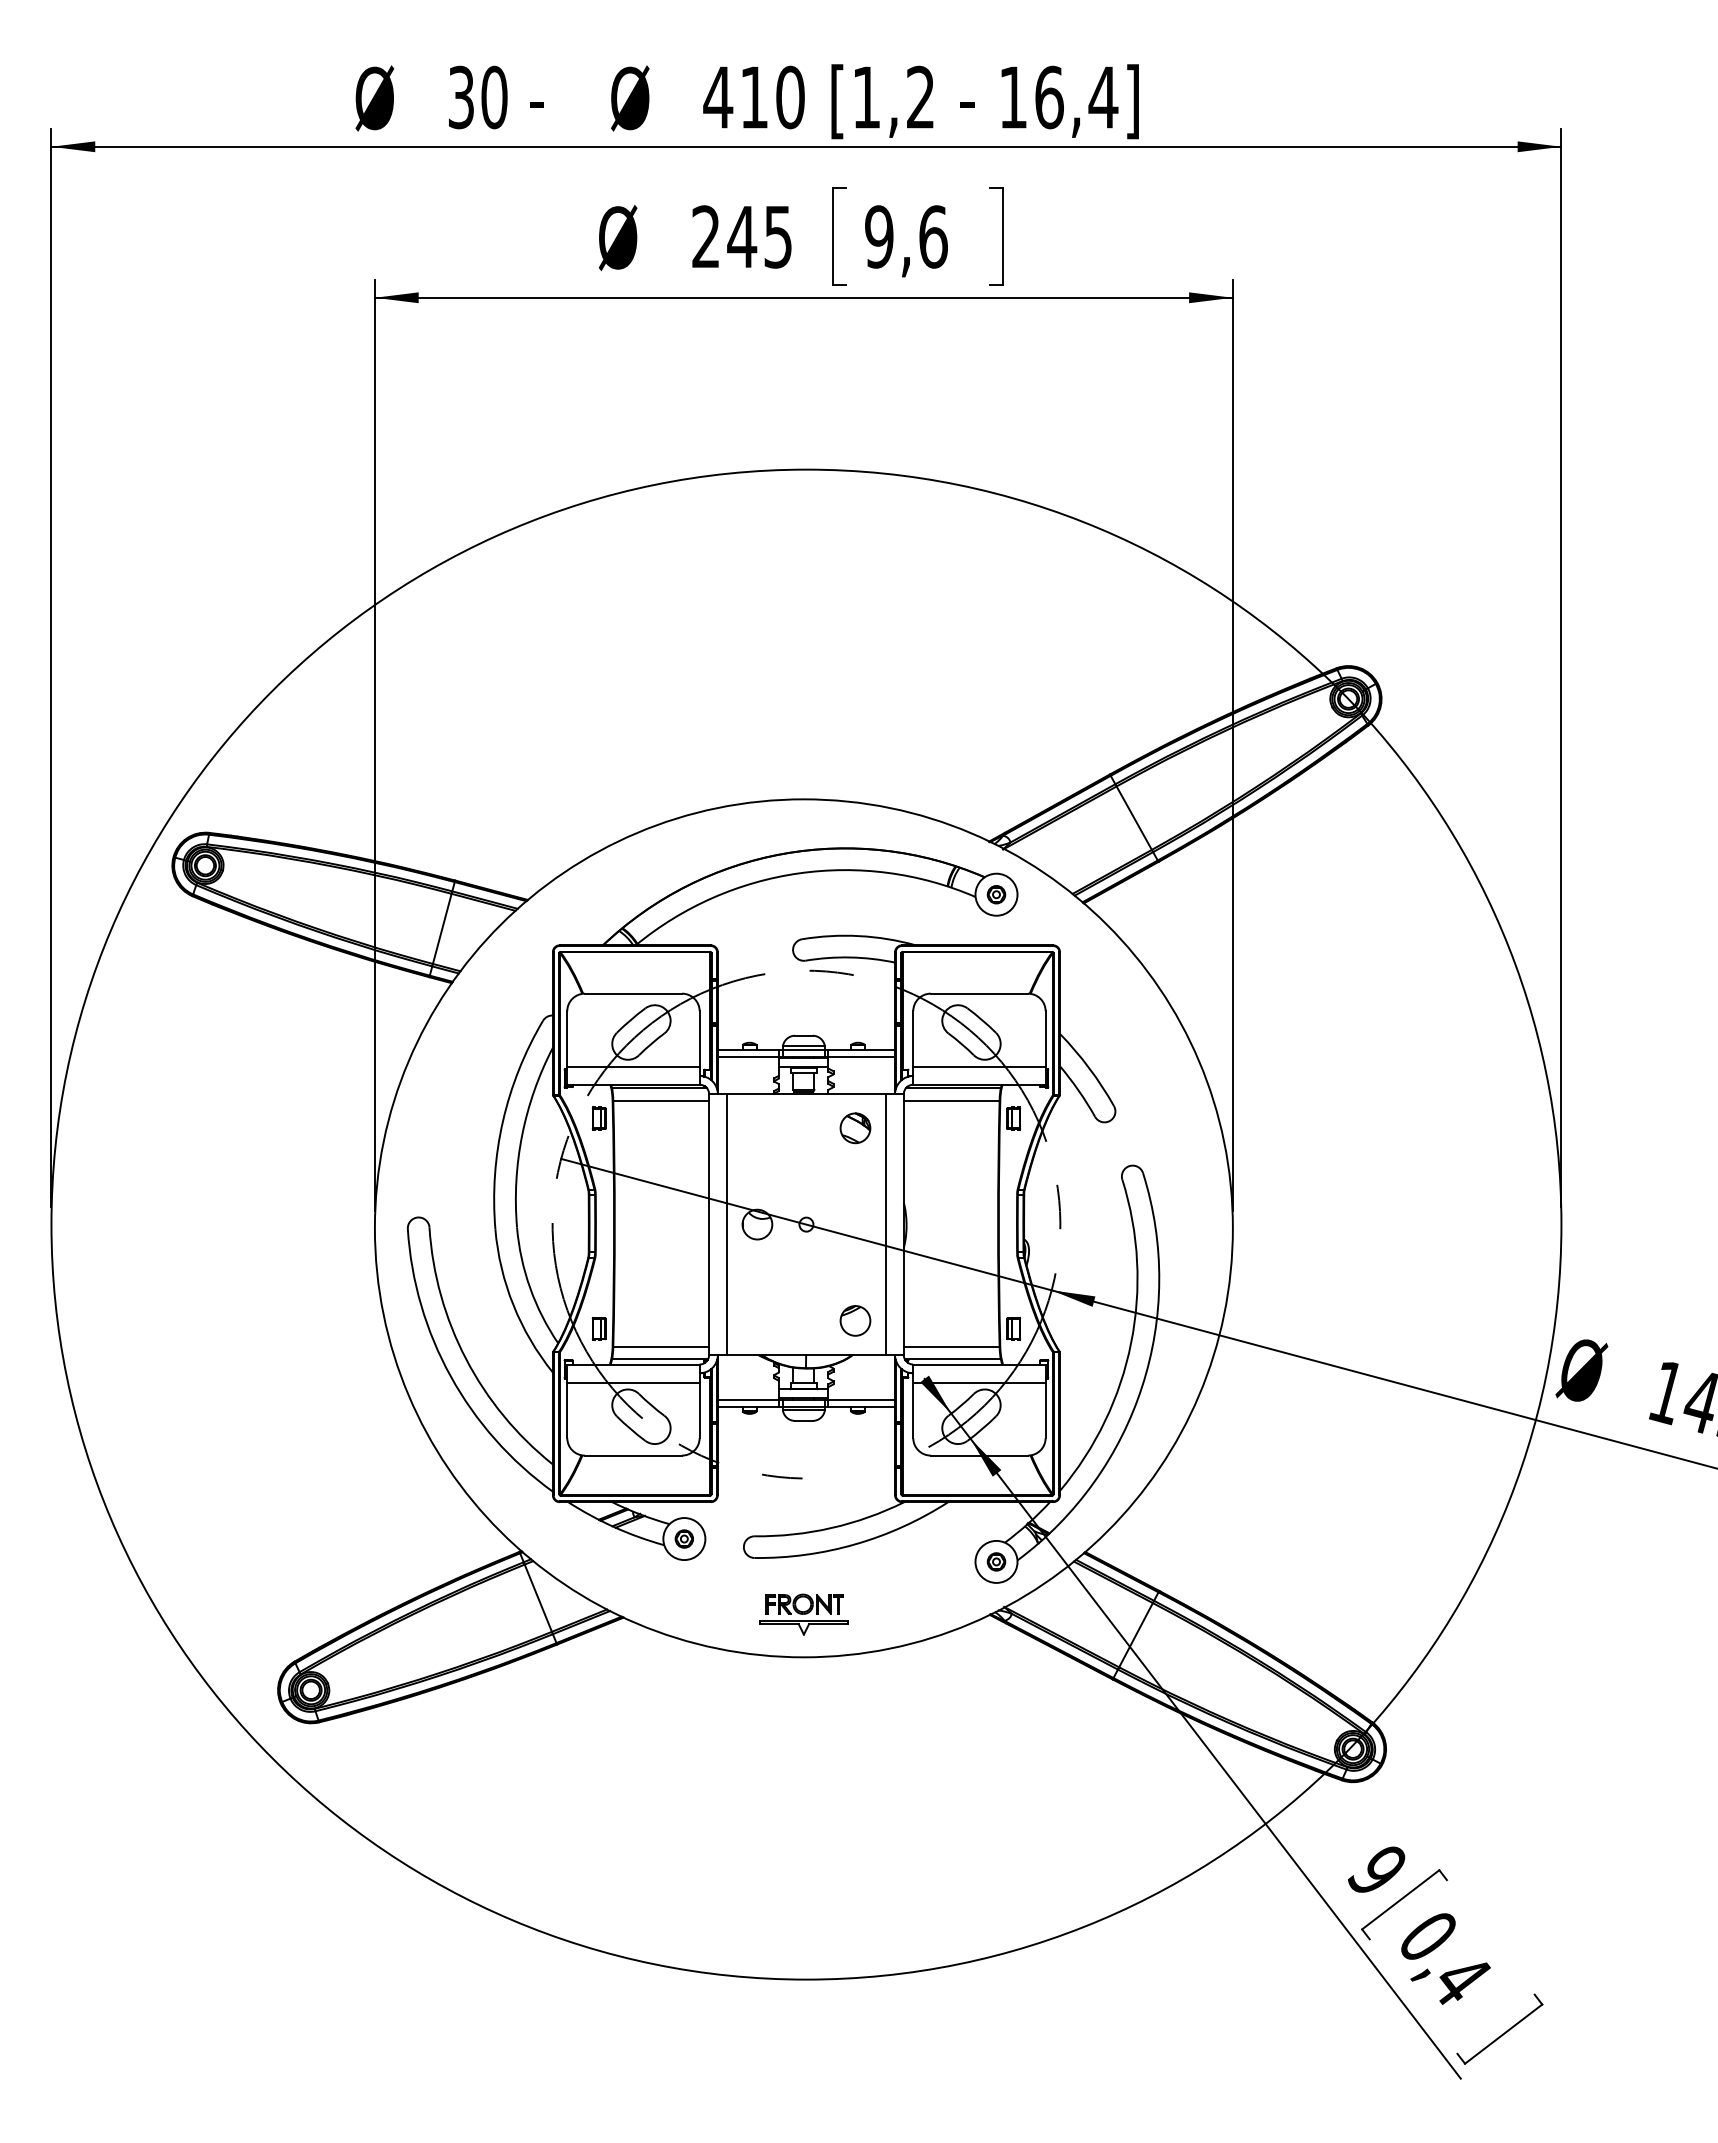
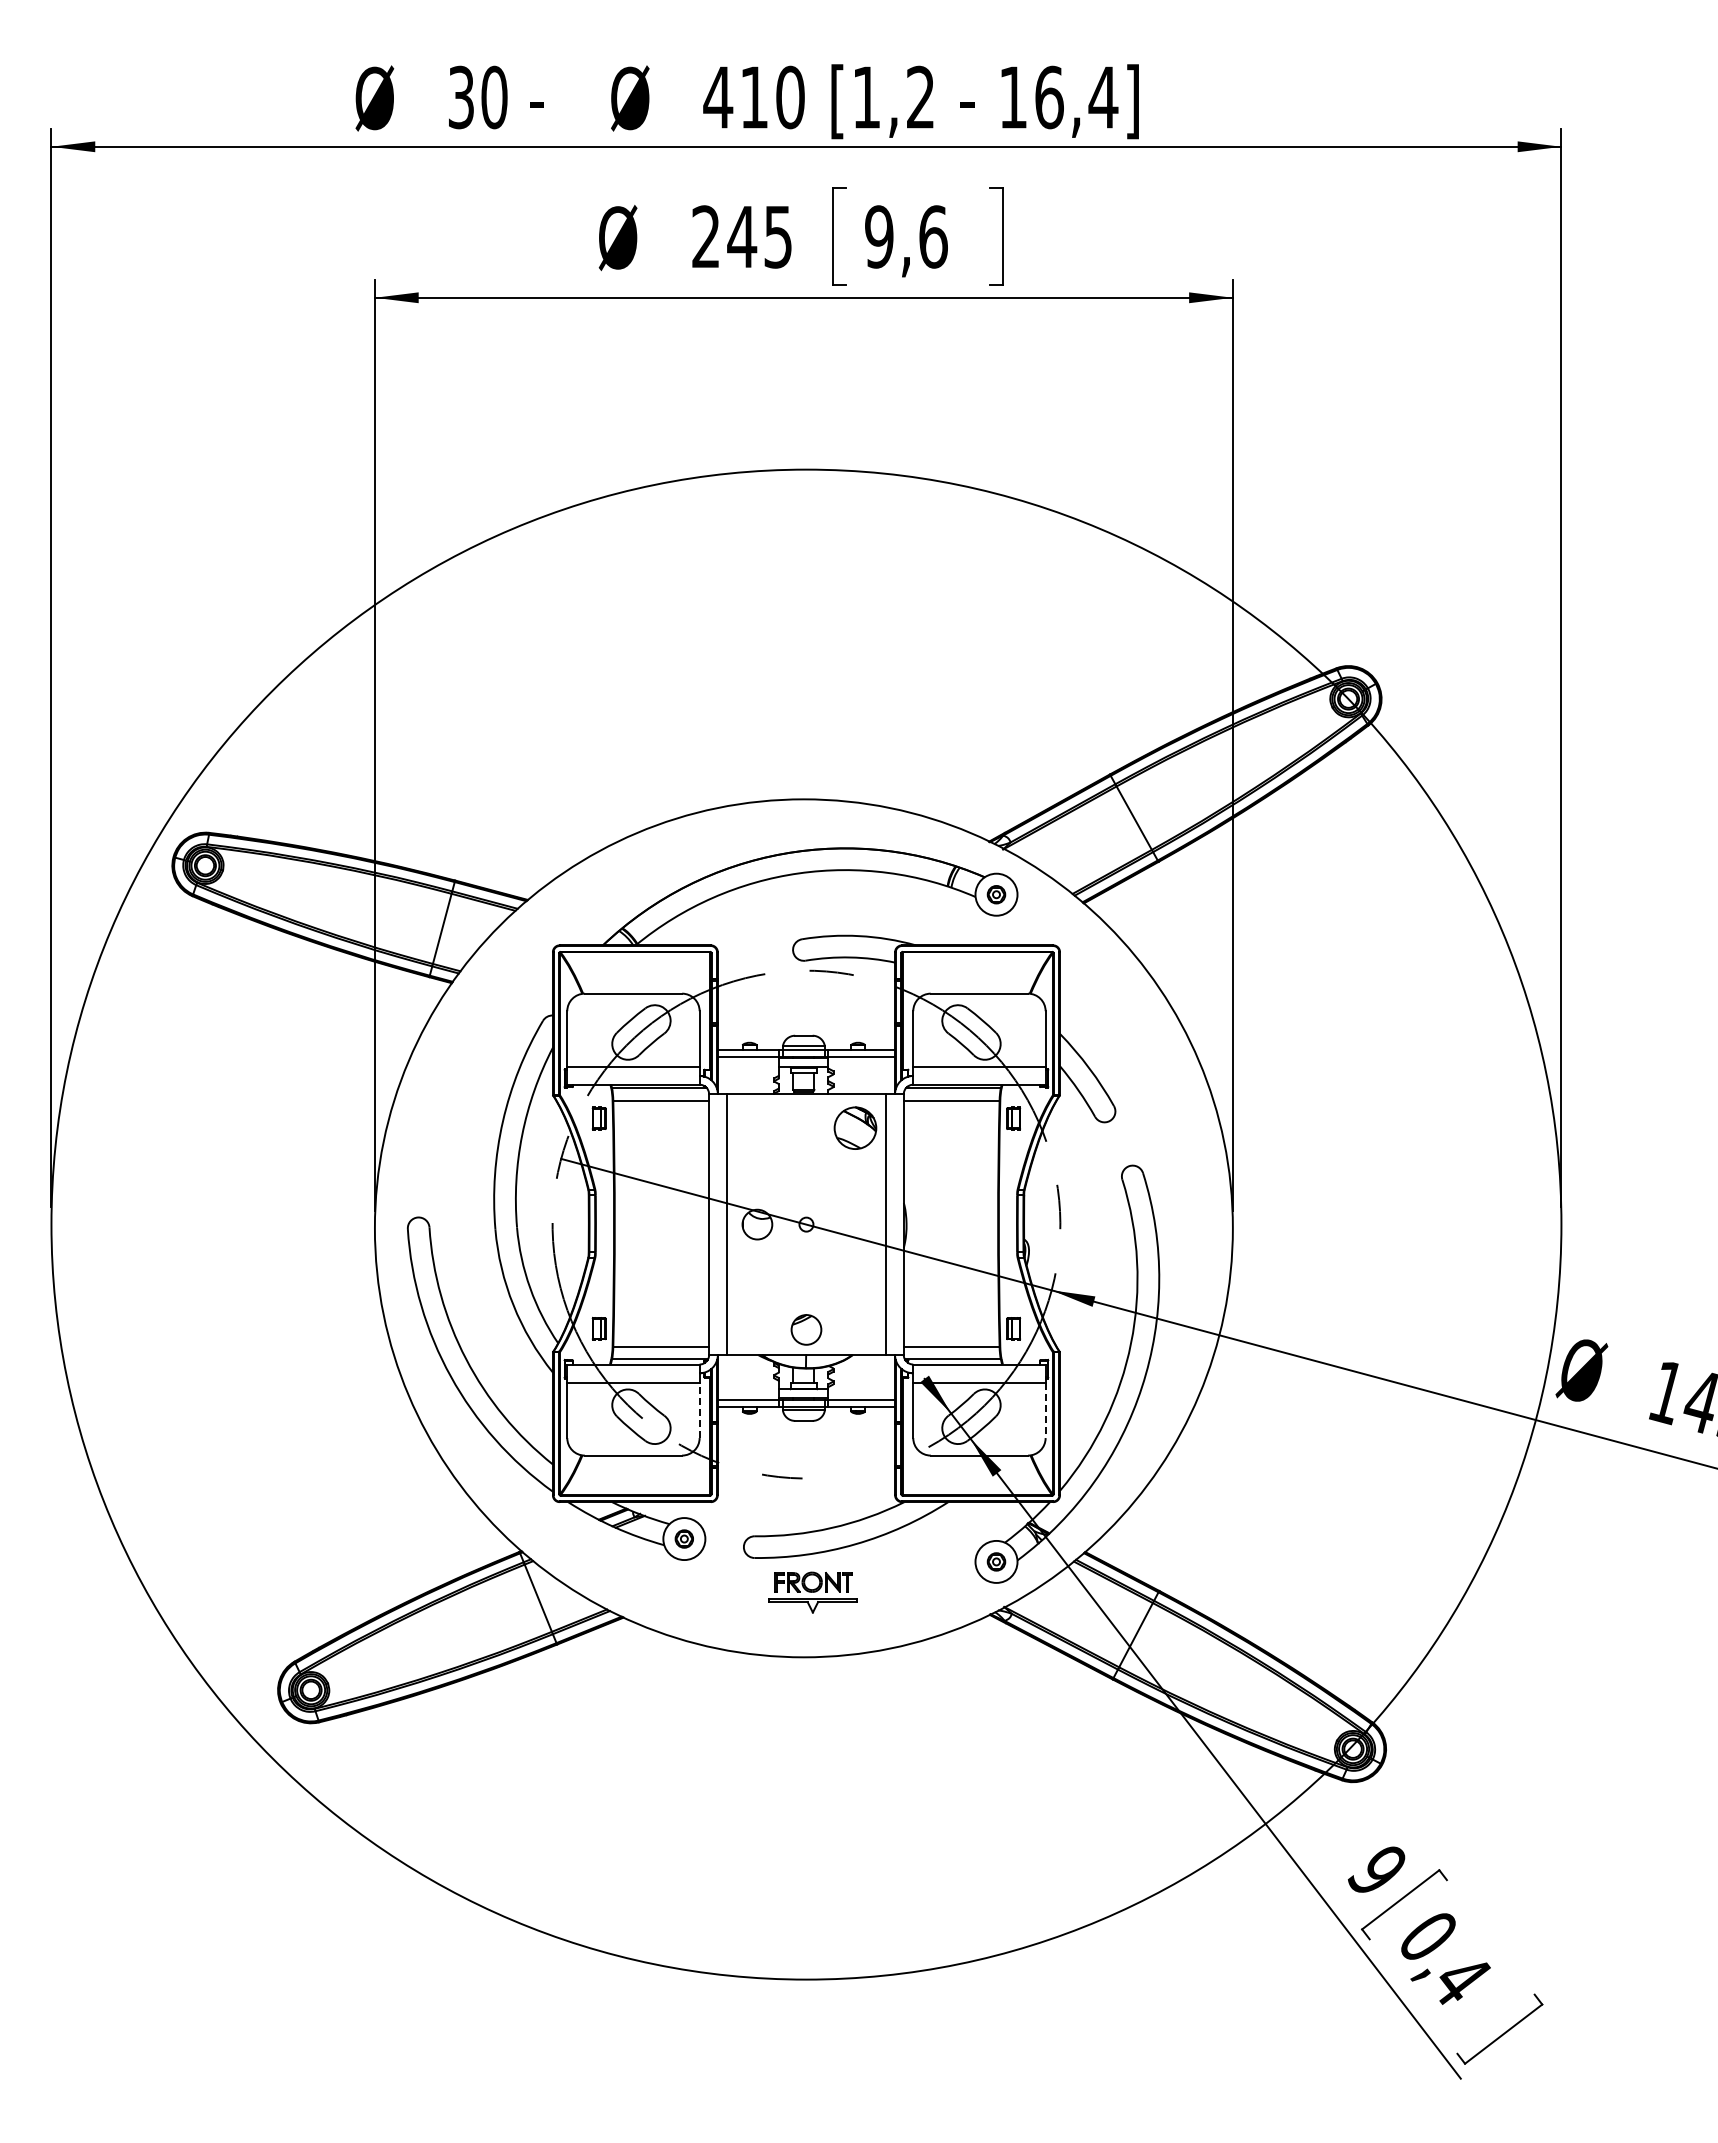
part at (855, 1128) size: 33x33 px -> 45x44 px
part at (855, 1320) position: (855, 1320) -> (806, 1329)
line at (699, 1410): solid -> dashed
line at (1045, 1410): solid -> dashed
part at (803, 1614) position: (803, 1614) -> (812, 1592)
